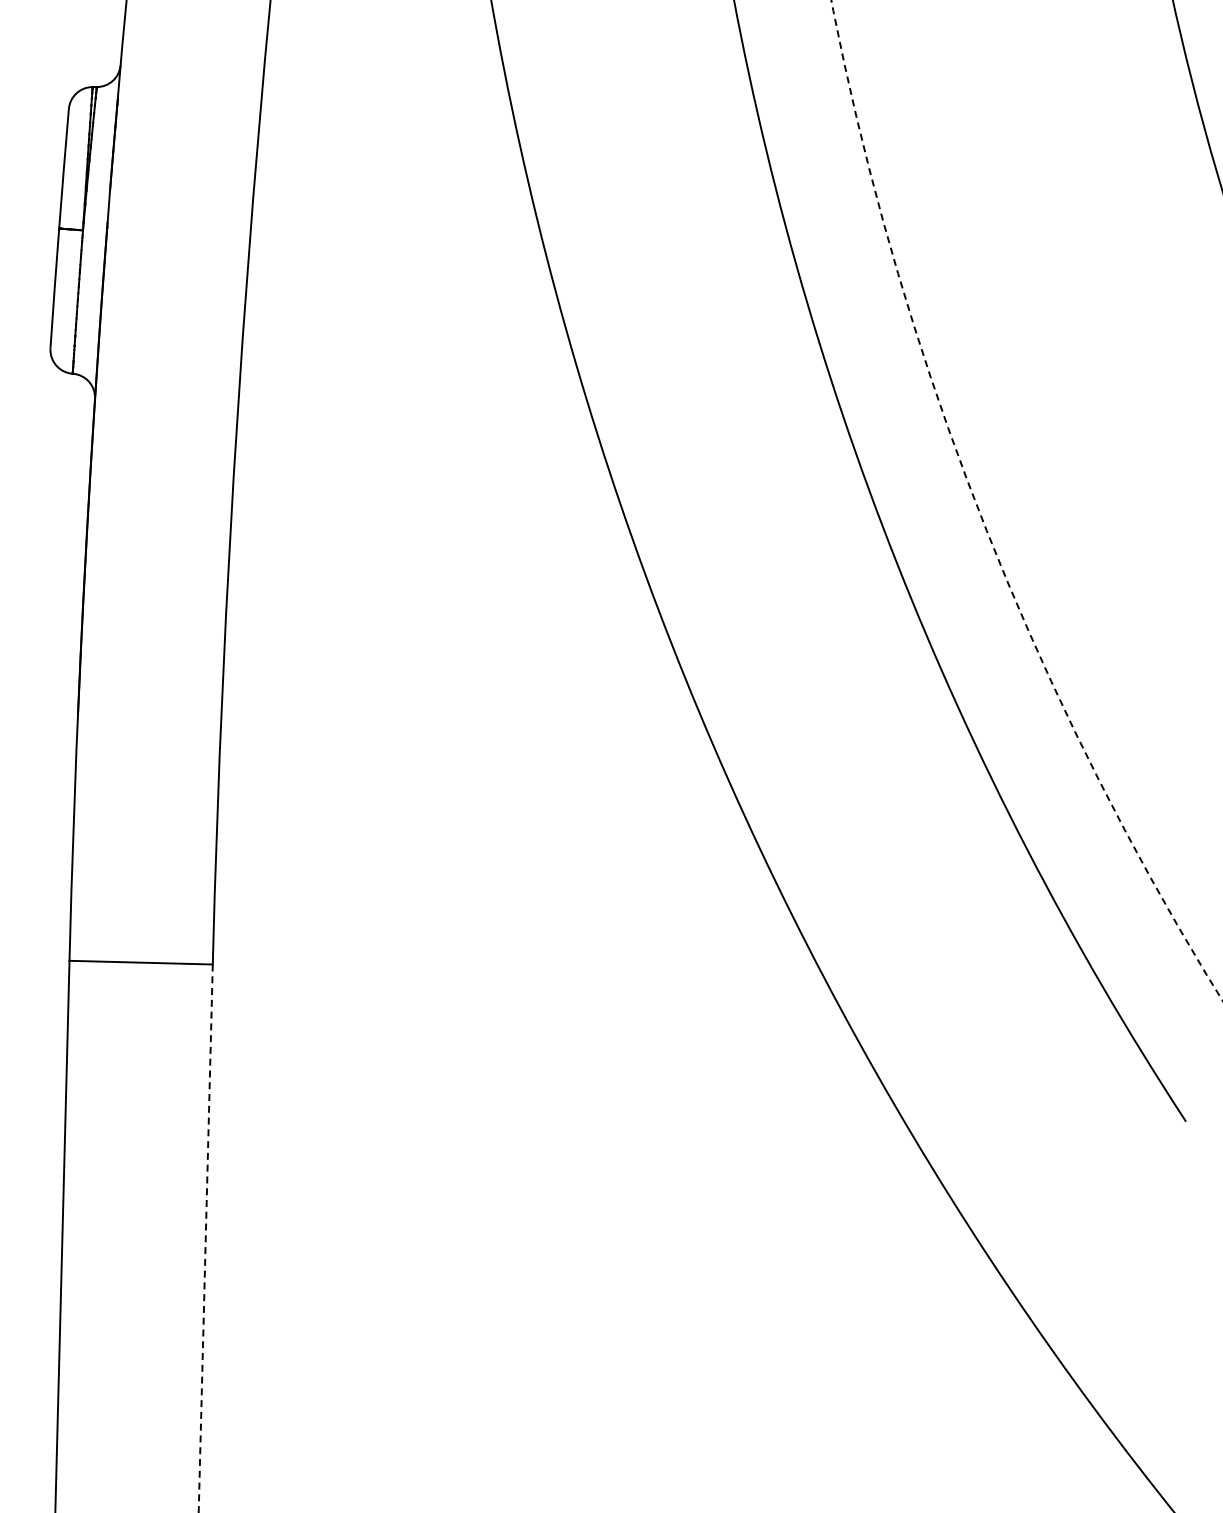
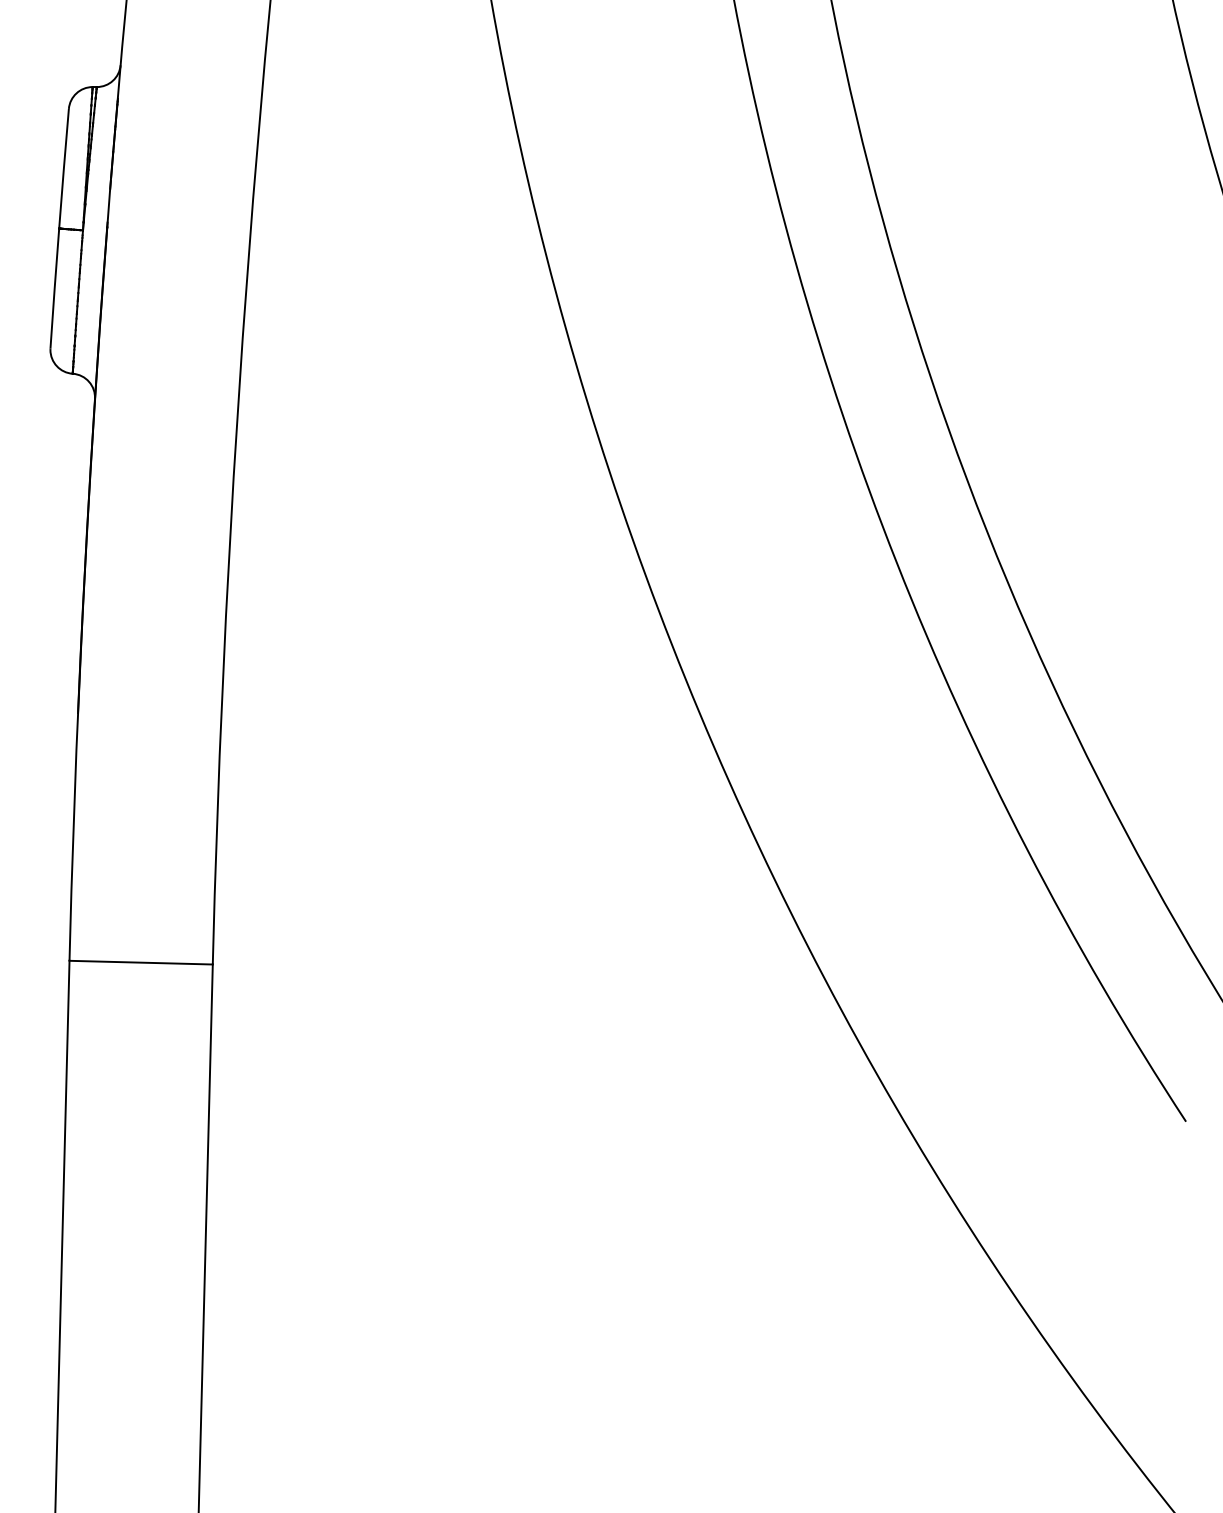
arc at (981, 517): dashed -> solid
line at (205, 1238): dashed -> solid
